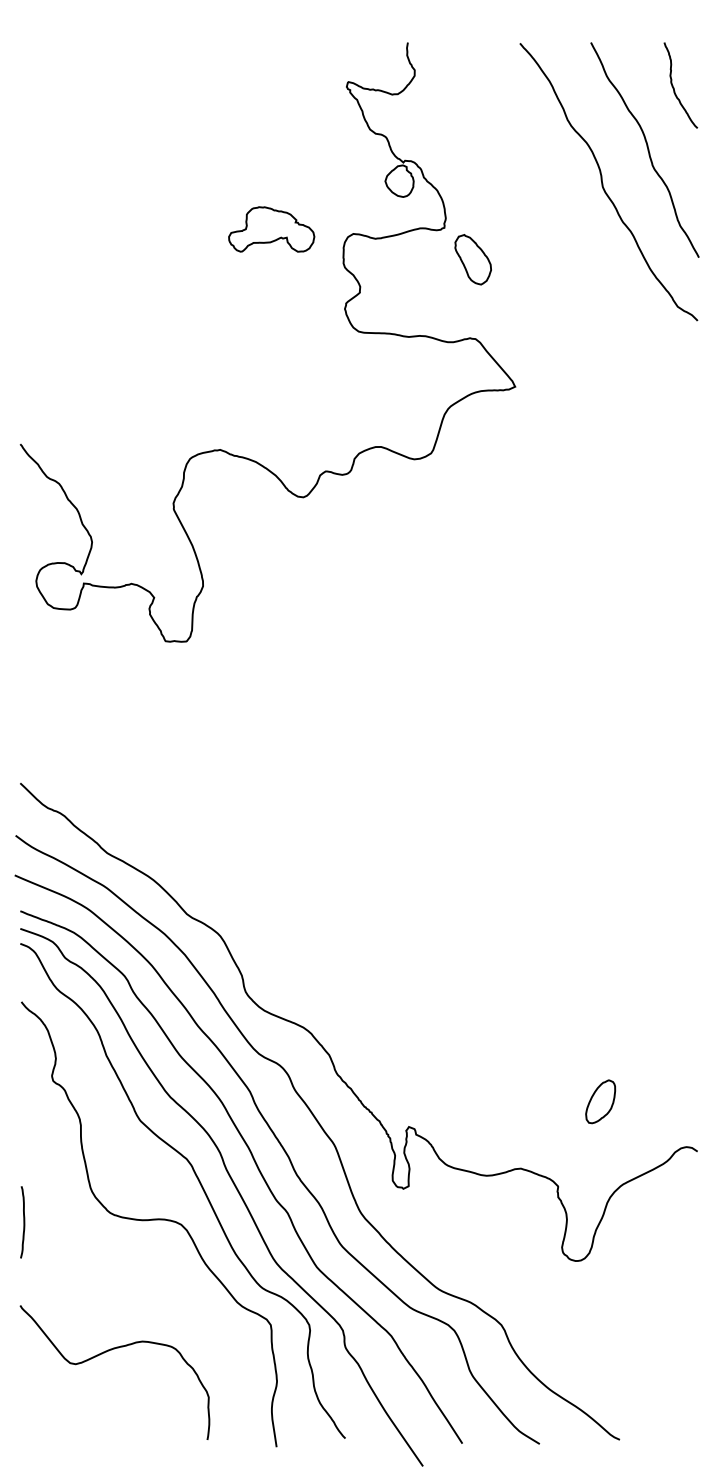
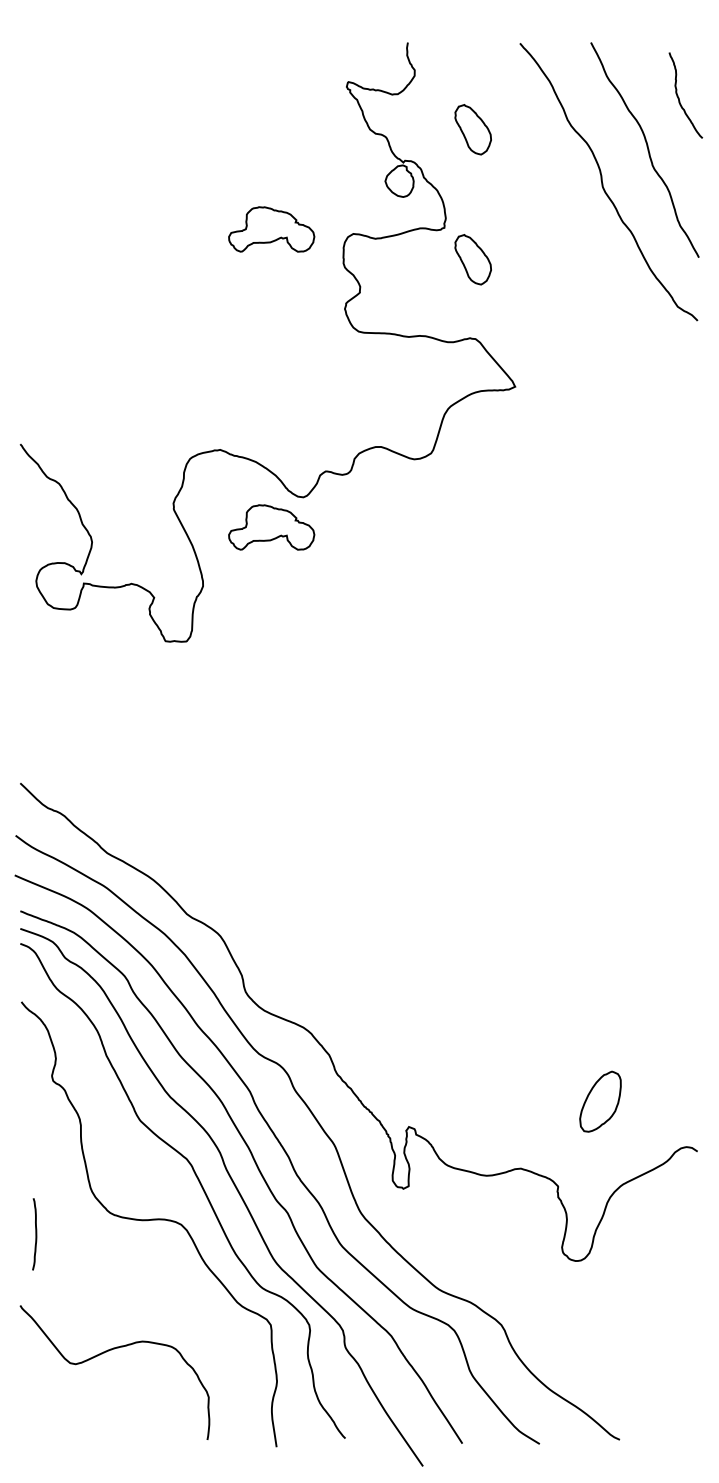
curve at (674, 87) position: (674, 87) -> (679, 97)
part at (472, 129): none -> present
part at (271, 527): none -> present
part at (600, 1101) size: 32x46 px -> 43x63 px
curve at (23, 1222) position: (23, 1222) -> (35, 1234)
